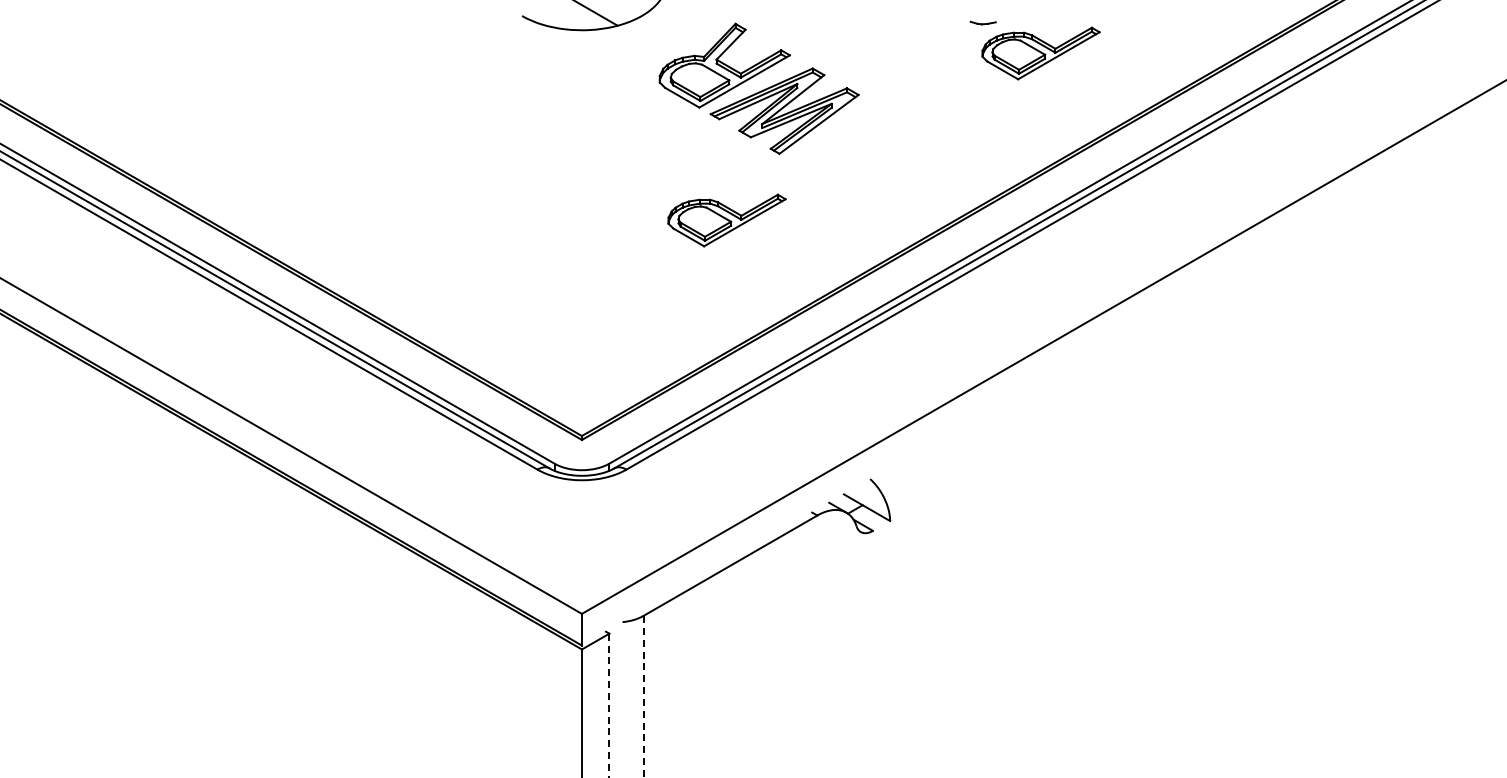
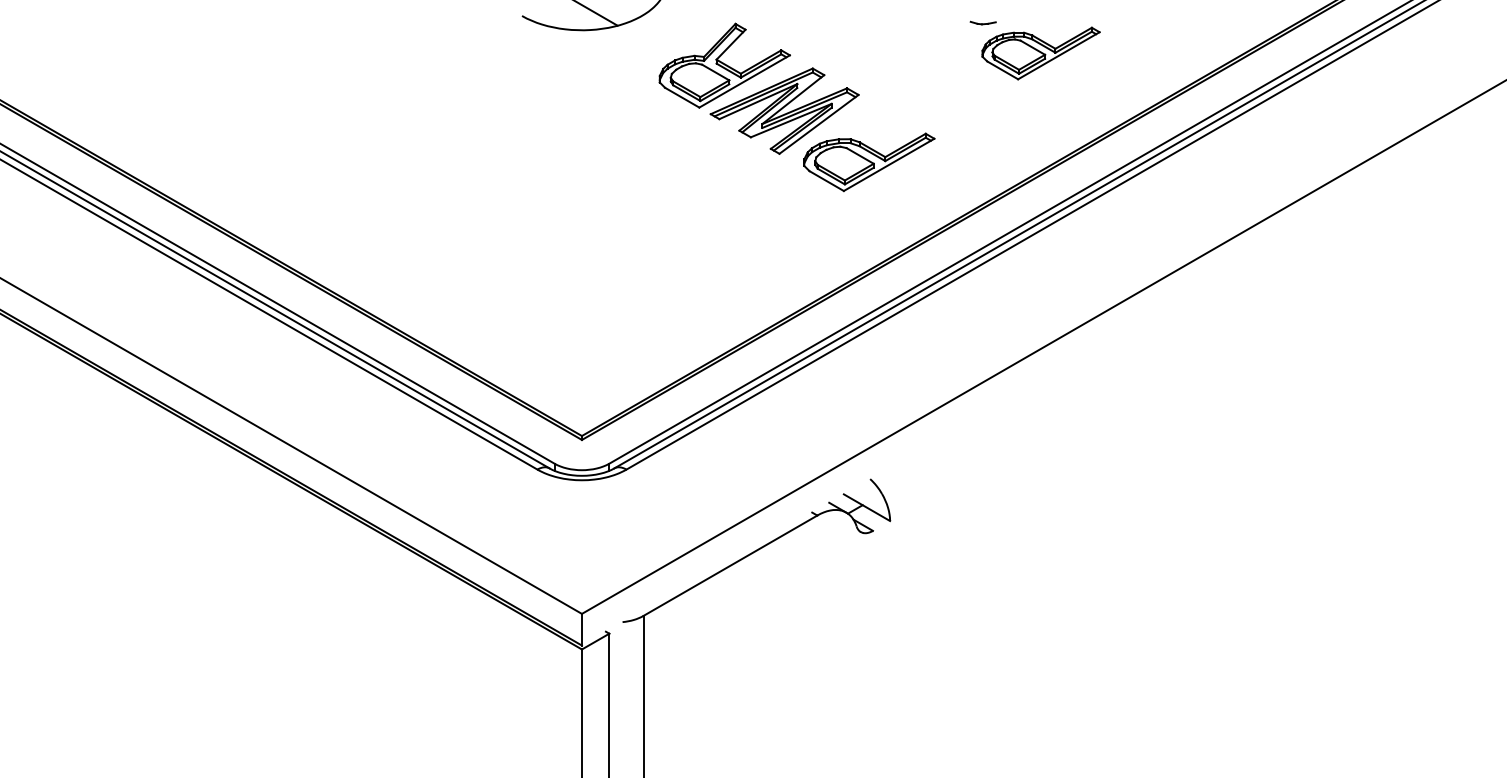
part at (869, 162): none -> present
part at (726, 220): present -> none
line at (643, 696): dashed -> solid
line at (609, 705): dashed -> solid
